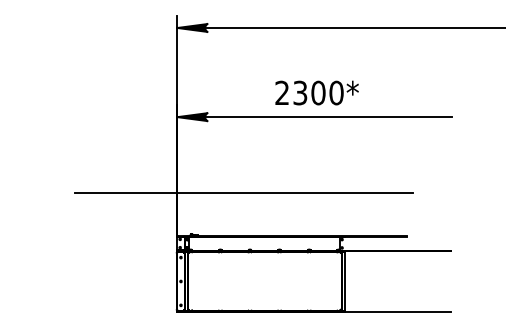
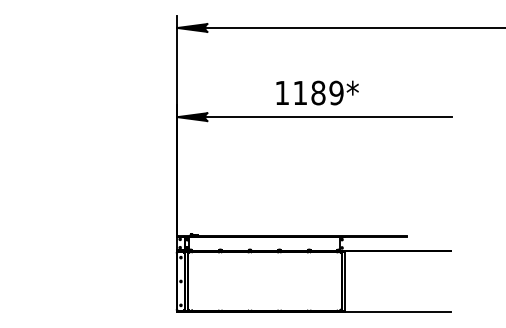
text at (309, 92): 2300* -> 1189*
line at (243, 193): present -> none
